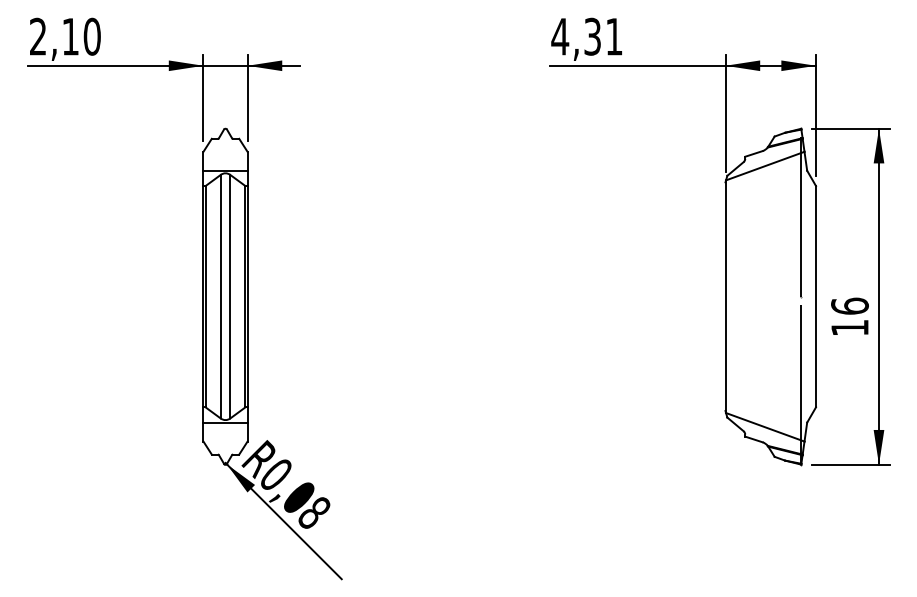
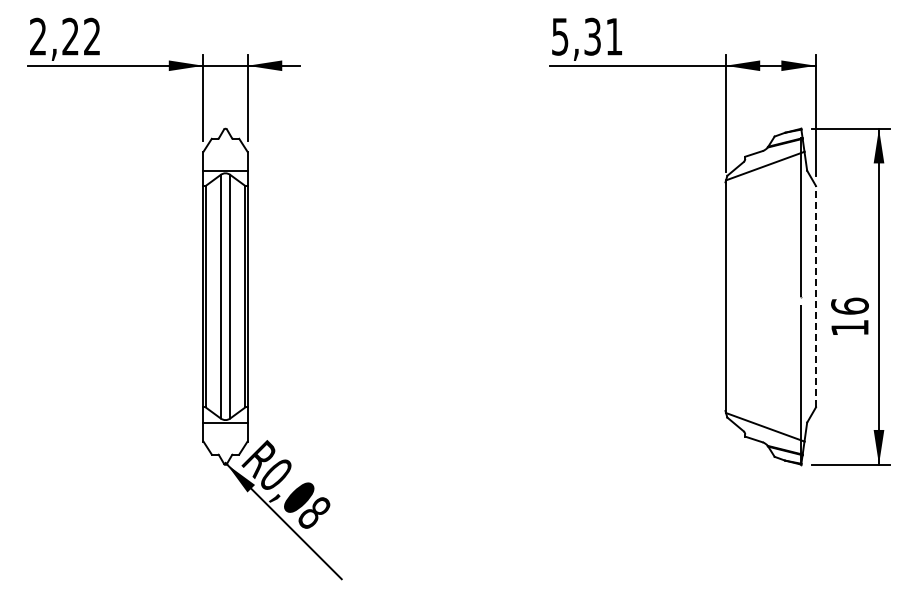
text at (81, 36): 2,10 -> 2,22
text at (560, 36): 4,31 -> 5,31
line at (816, 296): solid -> dashed
